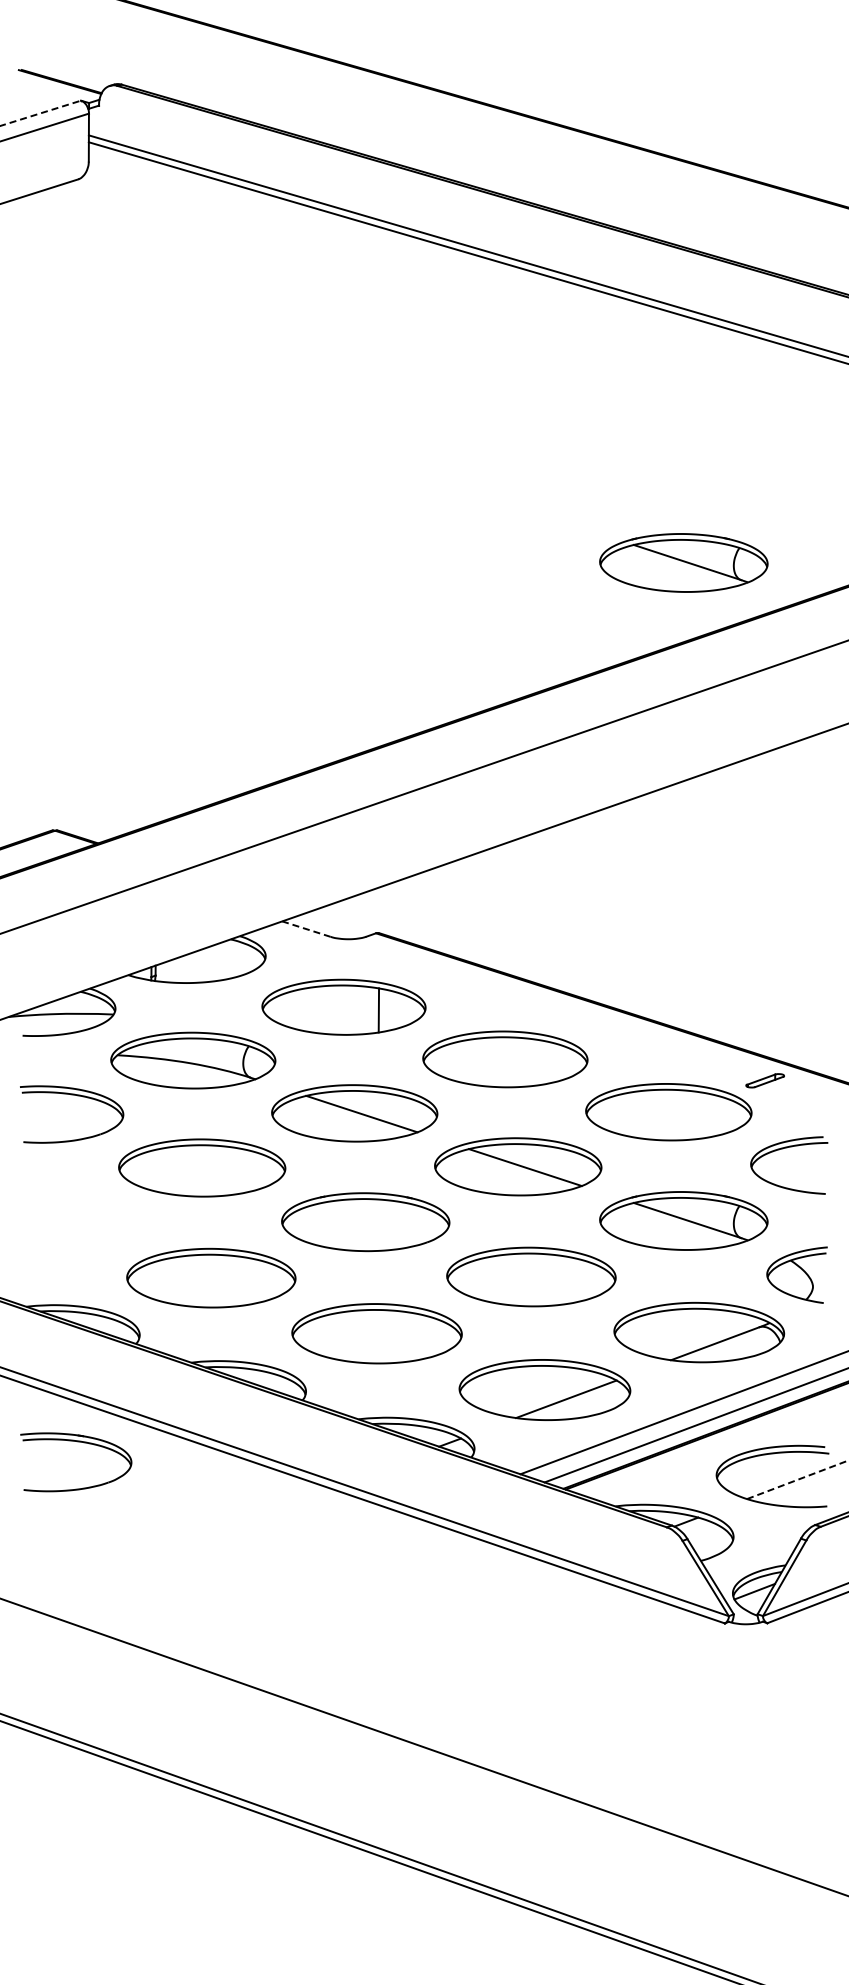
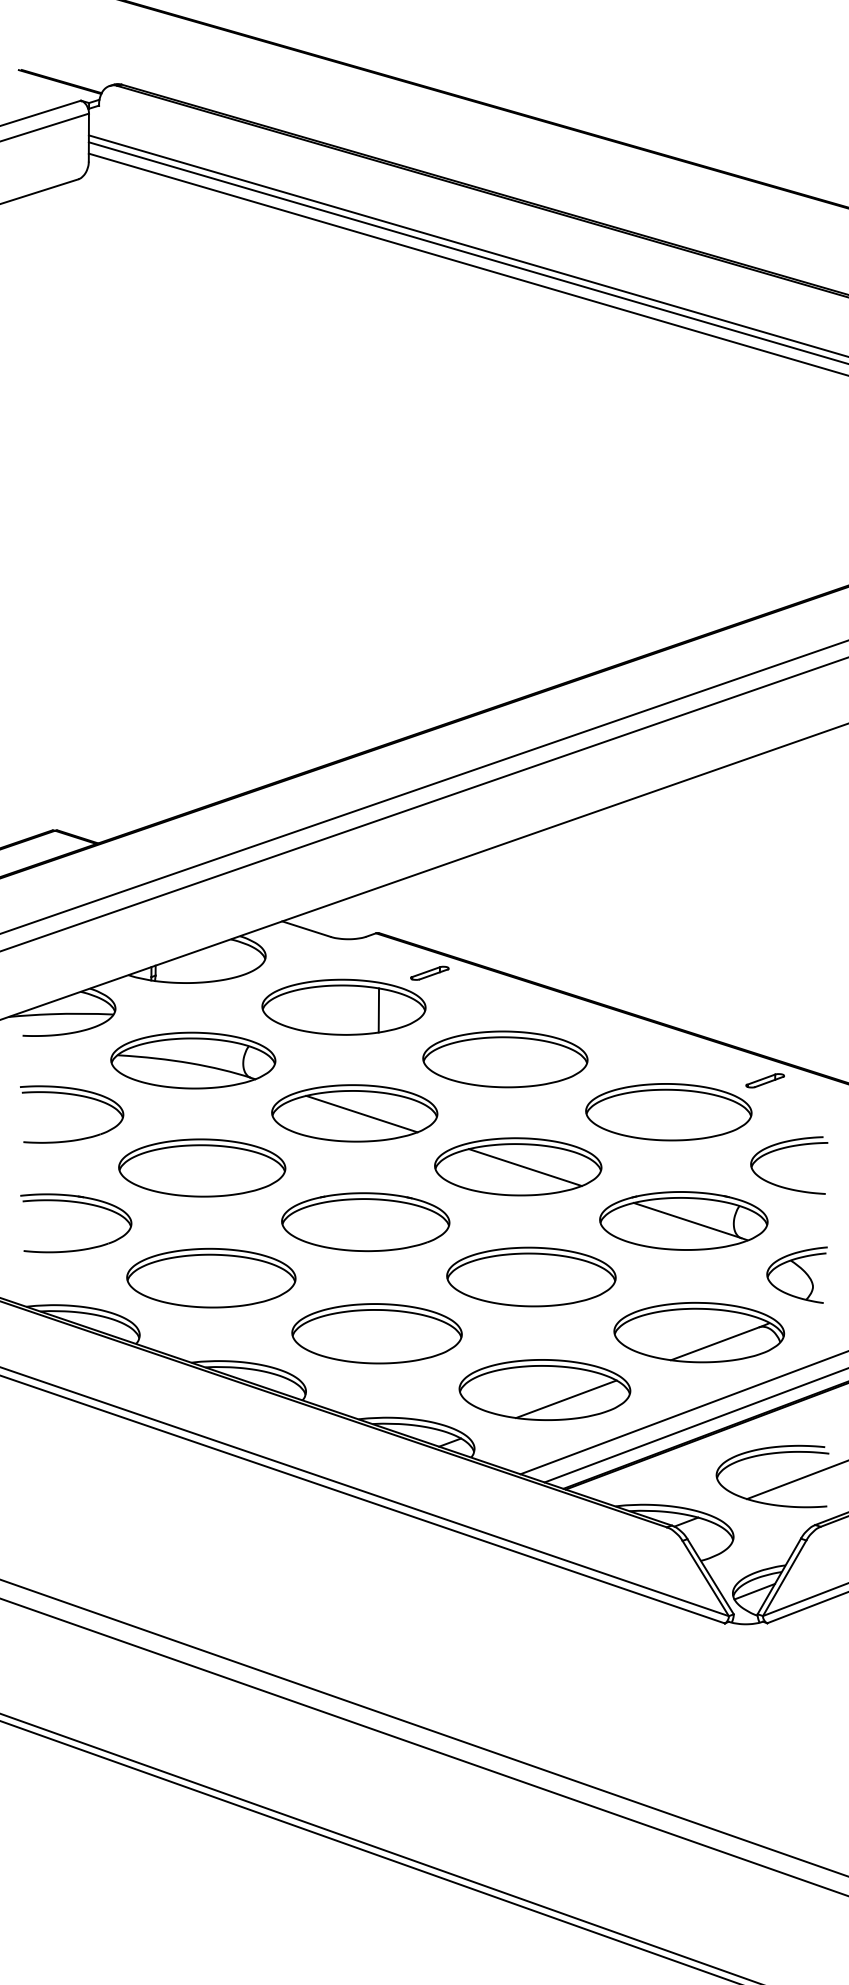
line at (40, 113): dashed -> solid
line at (466, 263): none -> present
part at (683, 562): present -> none
line at (423, 804): none -> present
line at (305, 928): dashed -> solid
part at (429, 972): none -> present
part at (77, 1442) position: (77, 1442) -> (77, 1203)
line at (798, 1479): dashed -> solid
line at (423, 1727): none -> present
